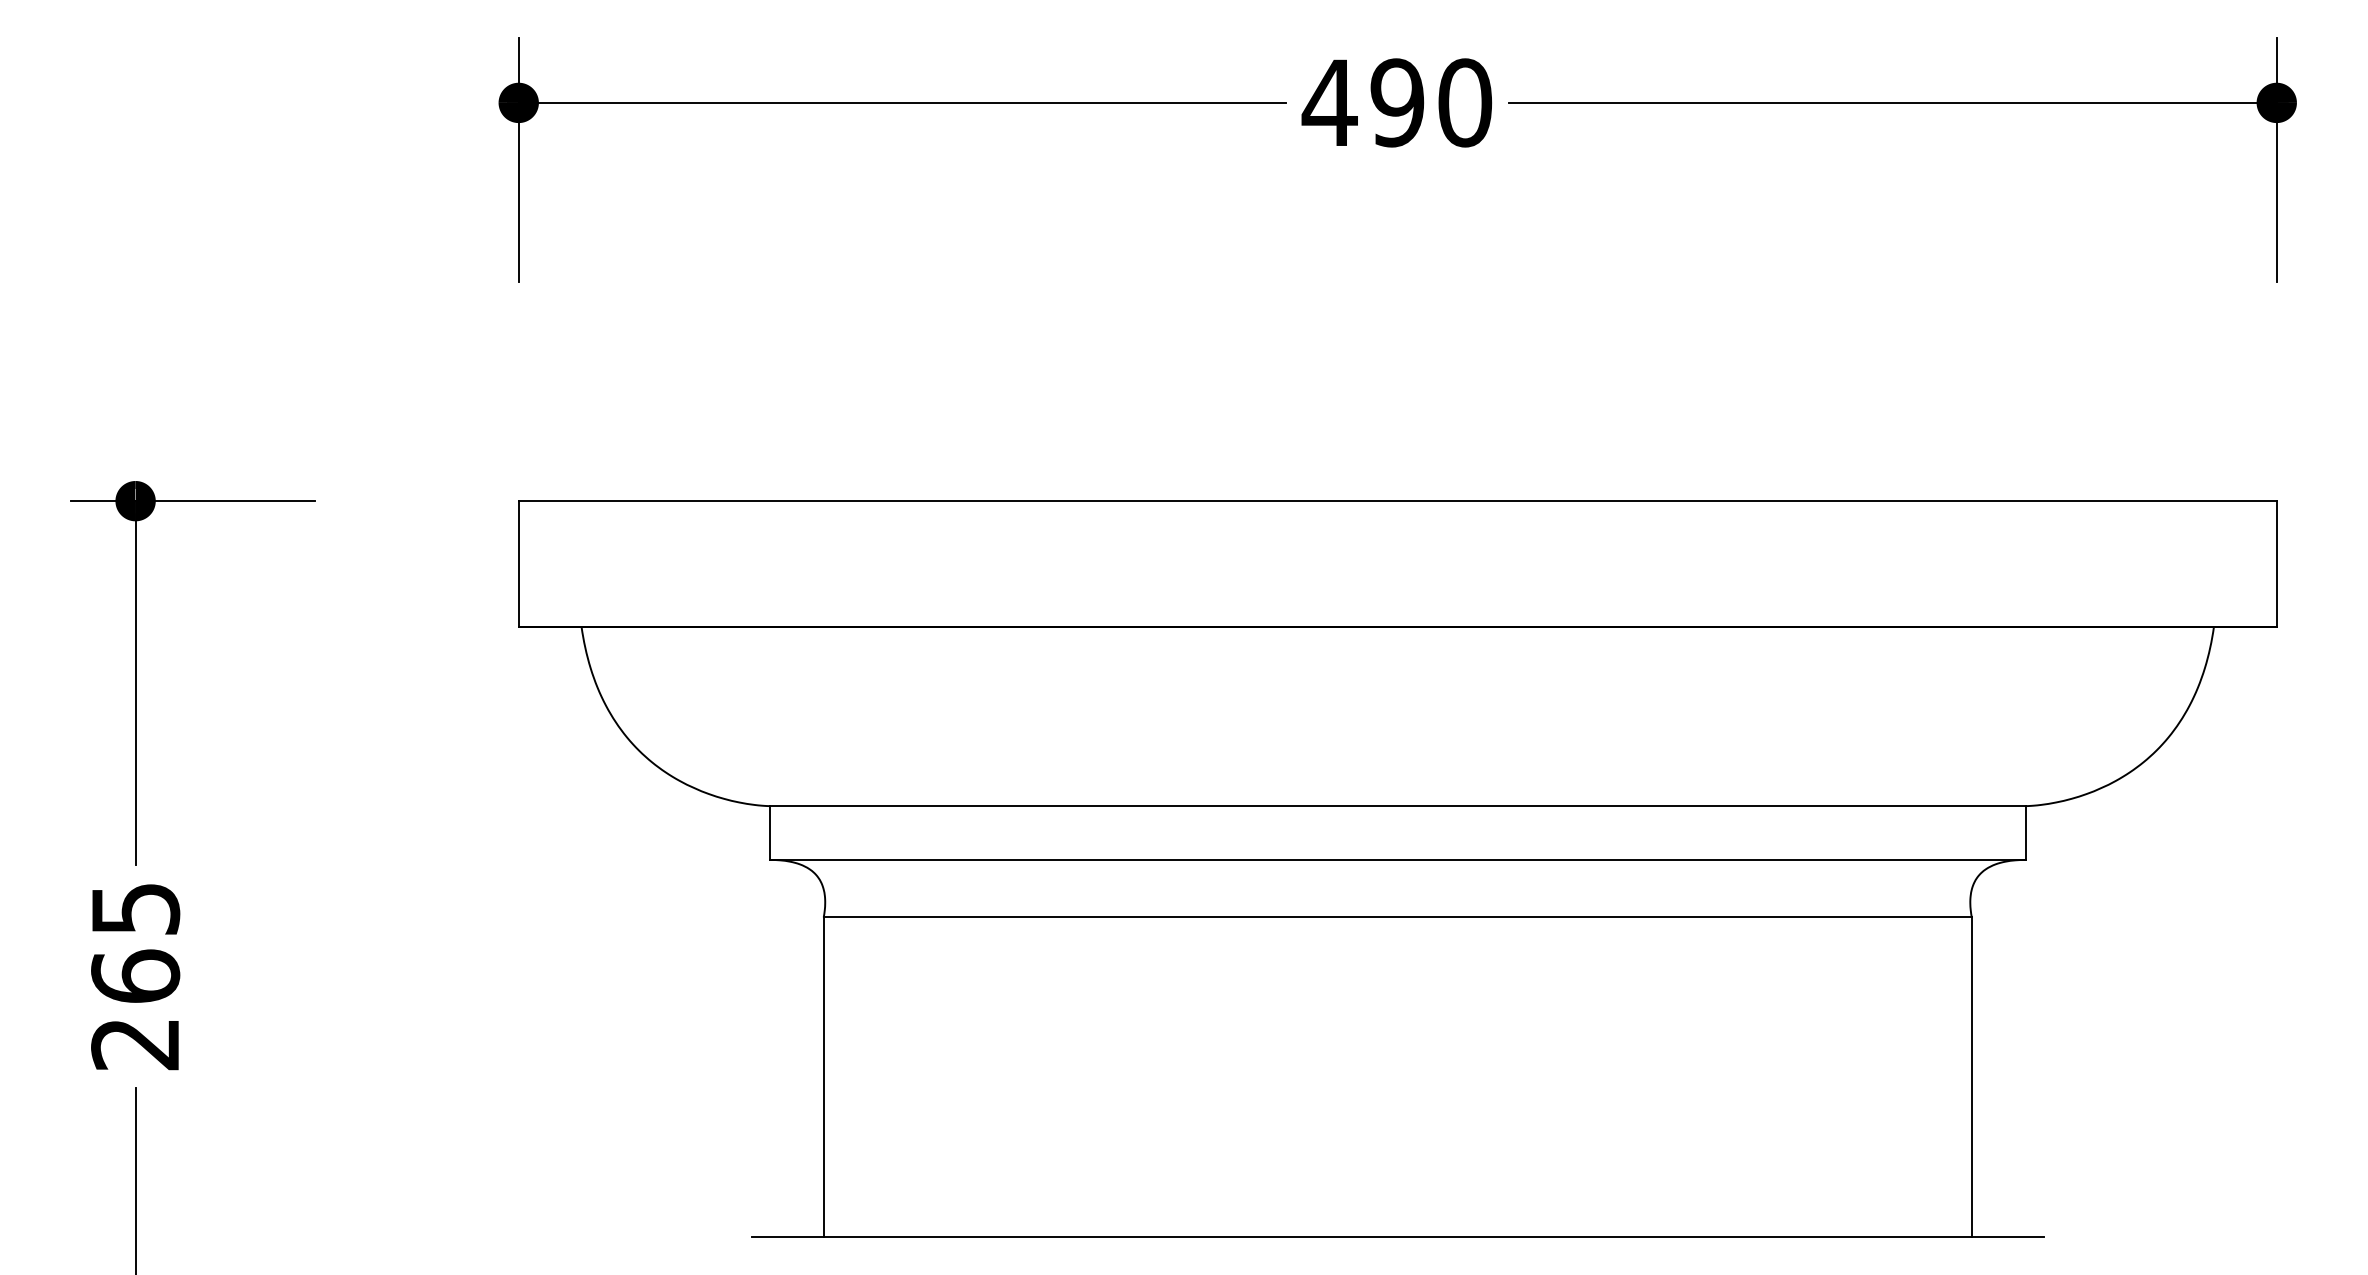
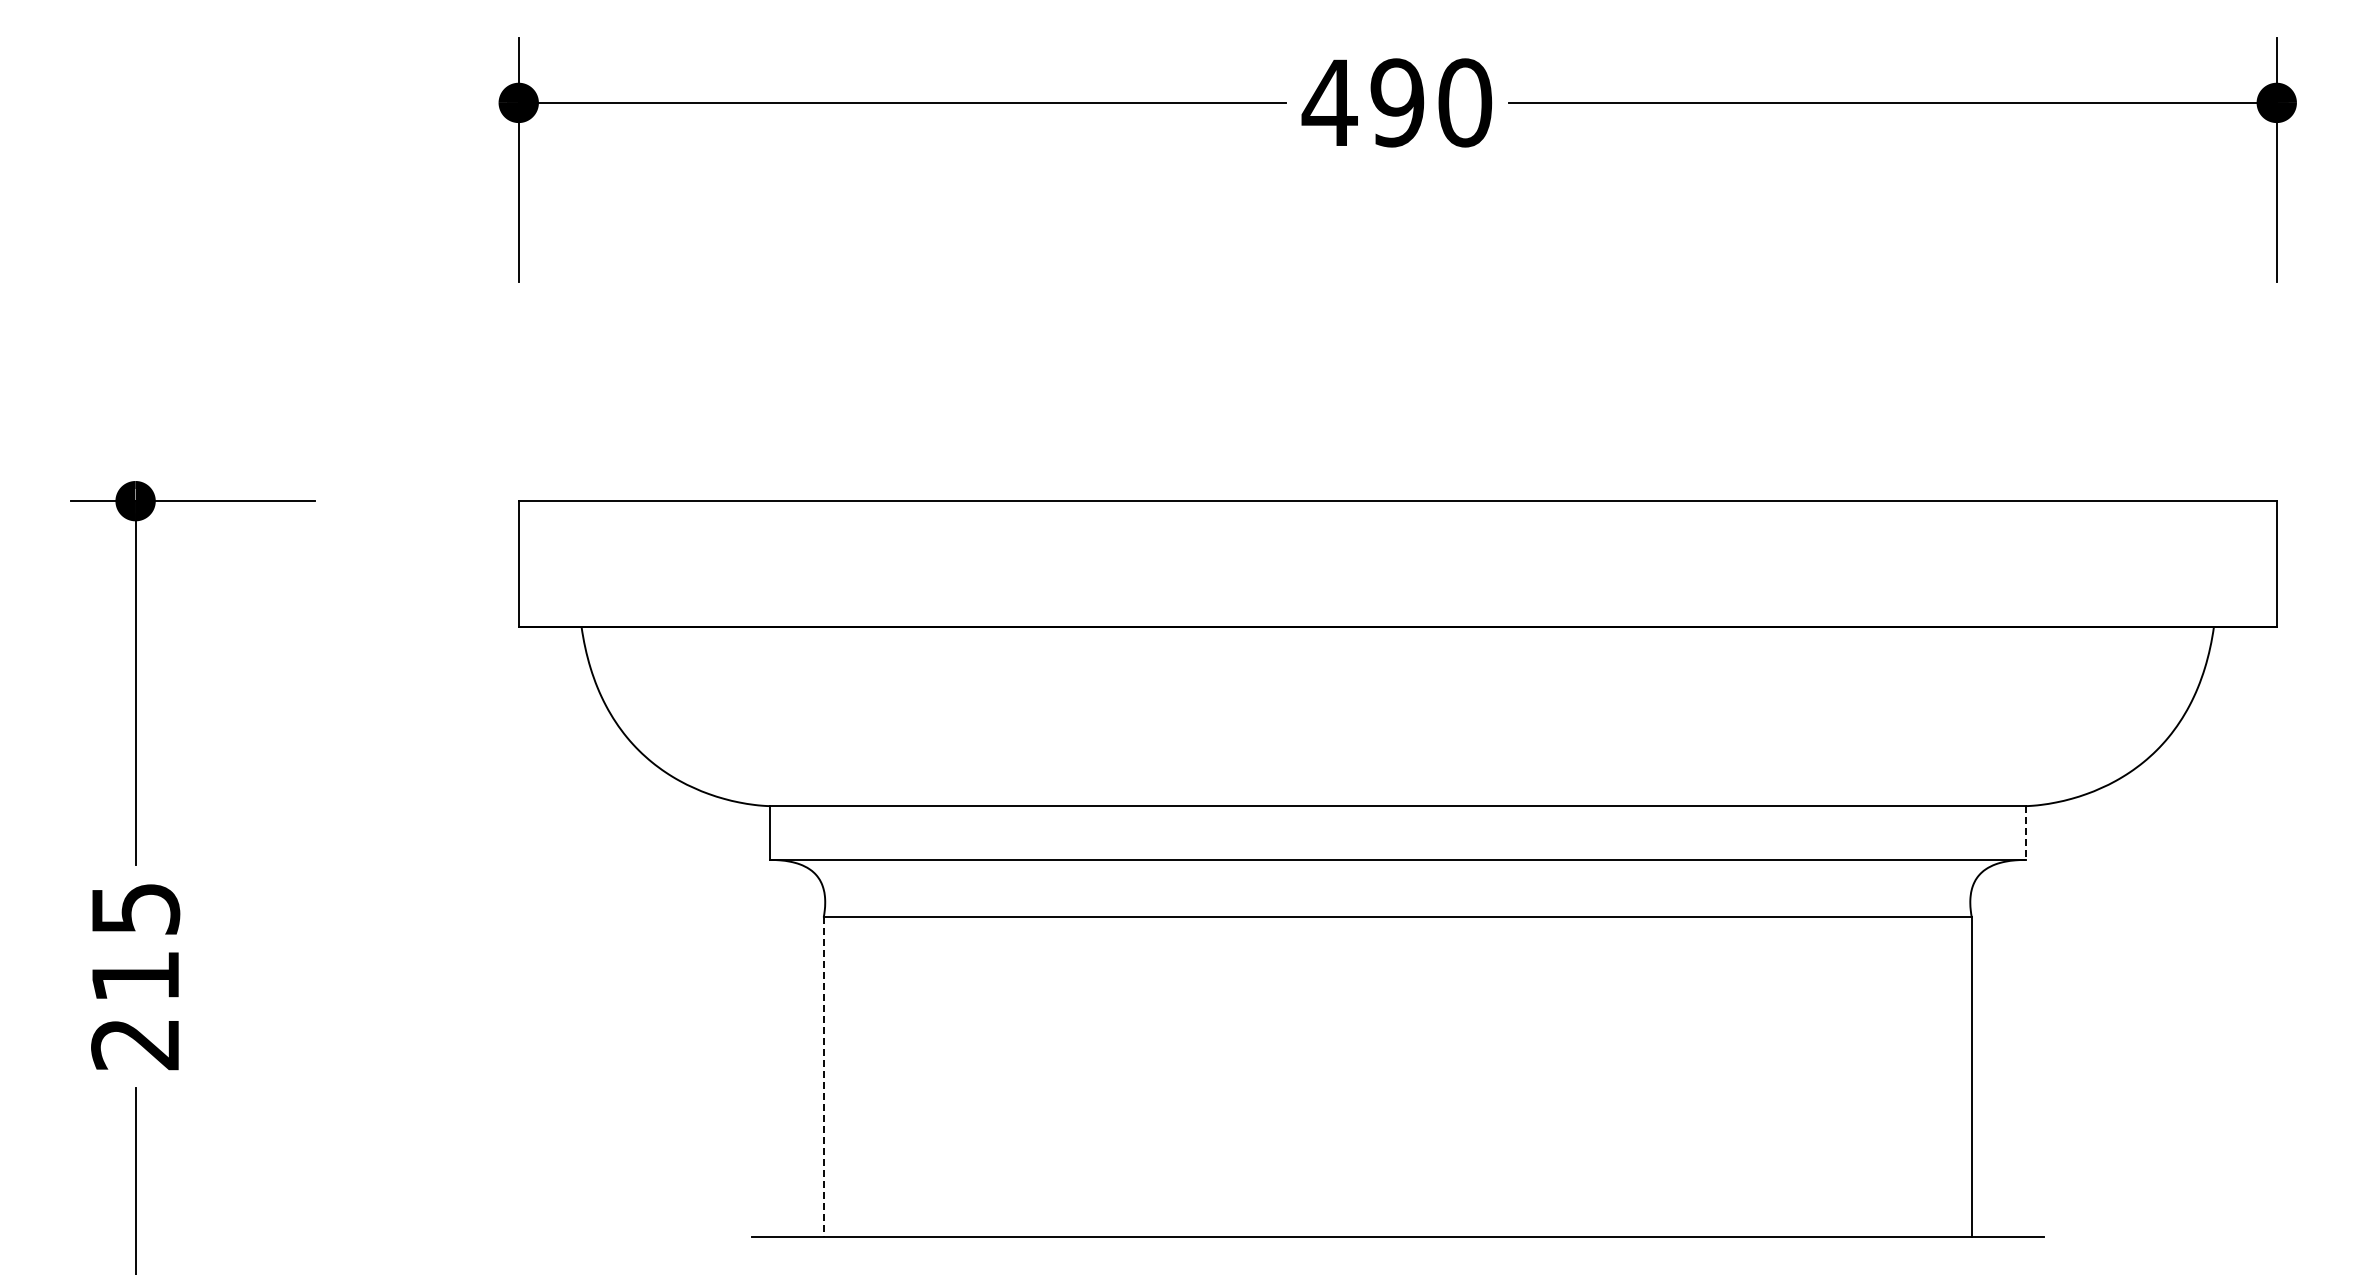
line at (2025, 833): solid -> dashed
text at (135, 975): 265 -> 215
line at (823, 1077): solid -> dashed
